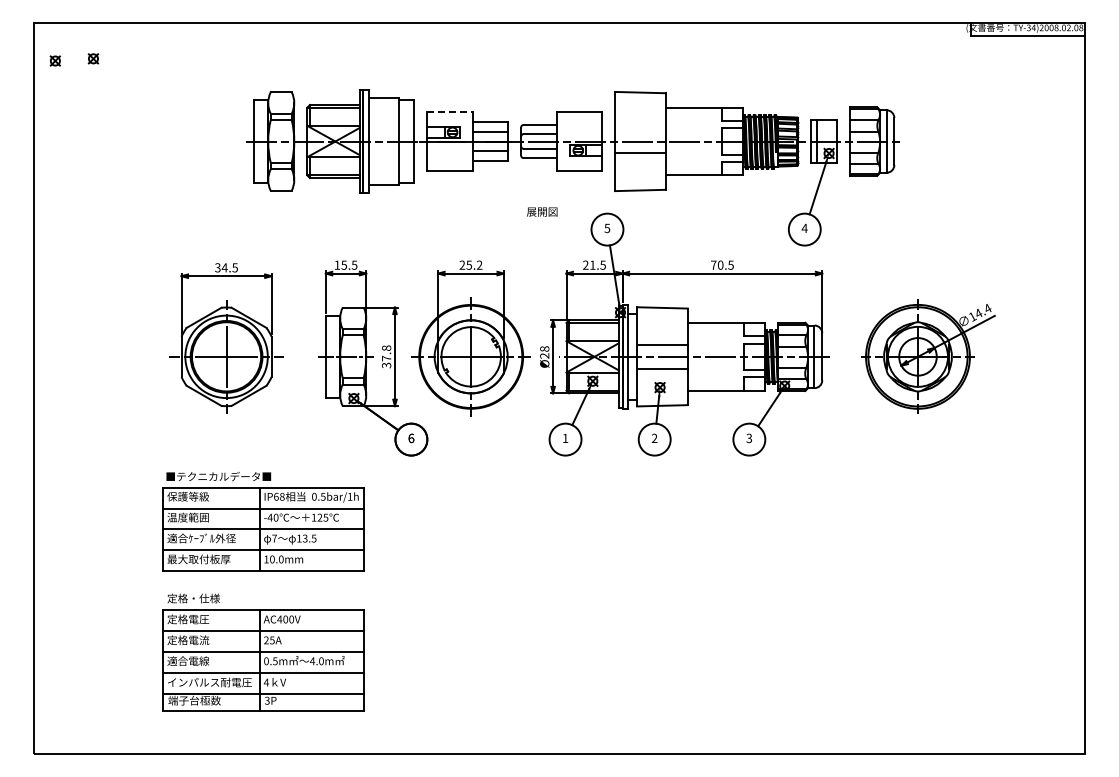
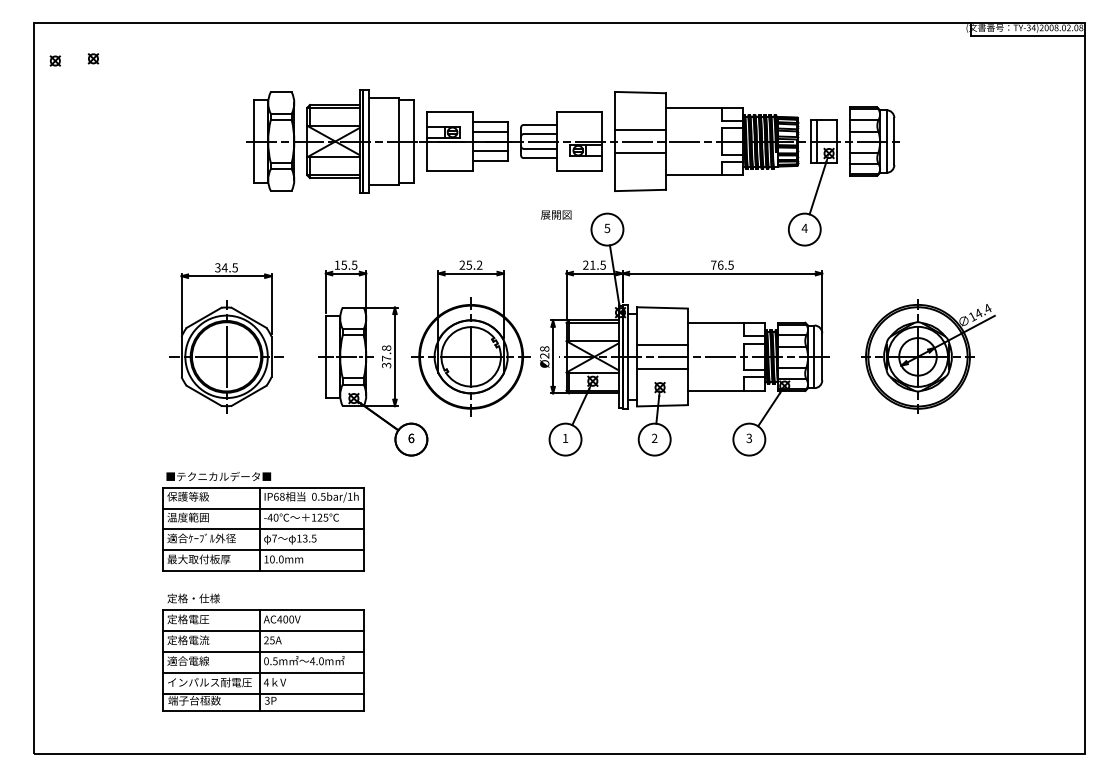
line at (449, 112): dashed -> solid
line at (640, 129): none -> present
text at (542, 211) position: (542, 211) -> (556, 214)
text at (720, 264): 70.5 -> 76.5
